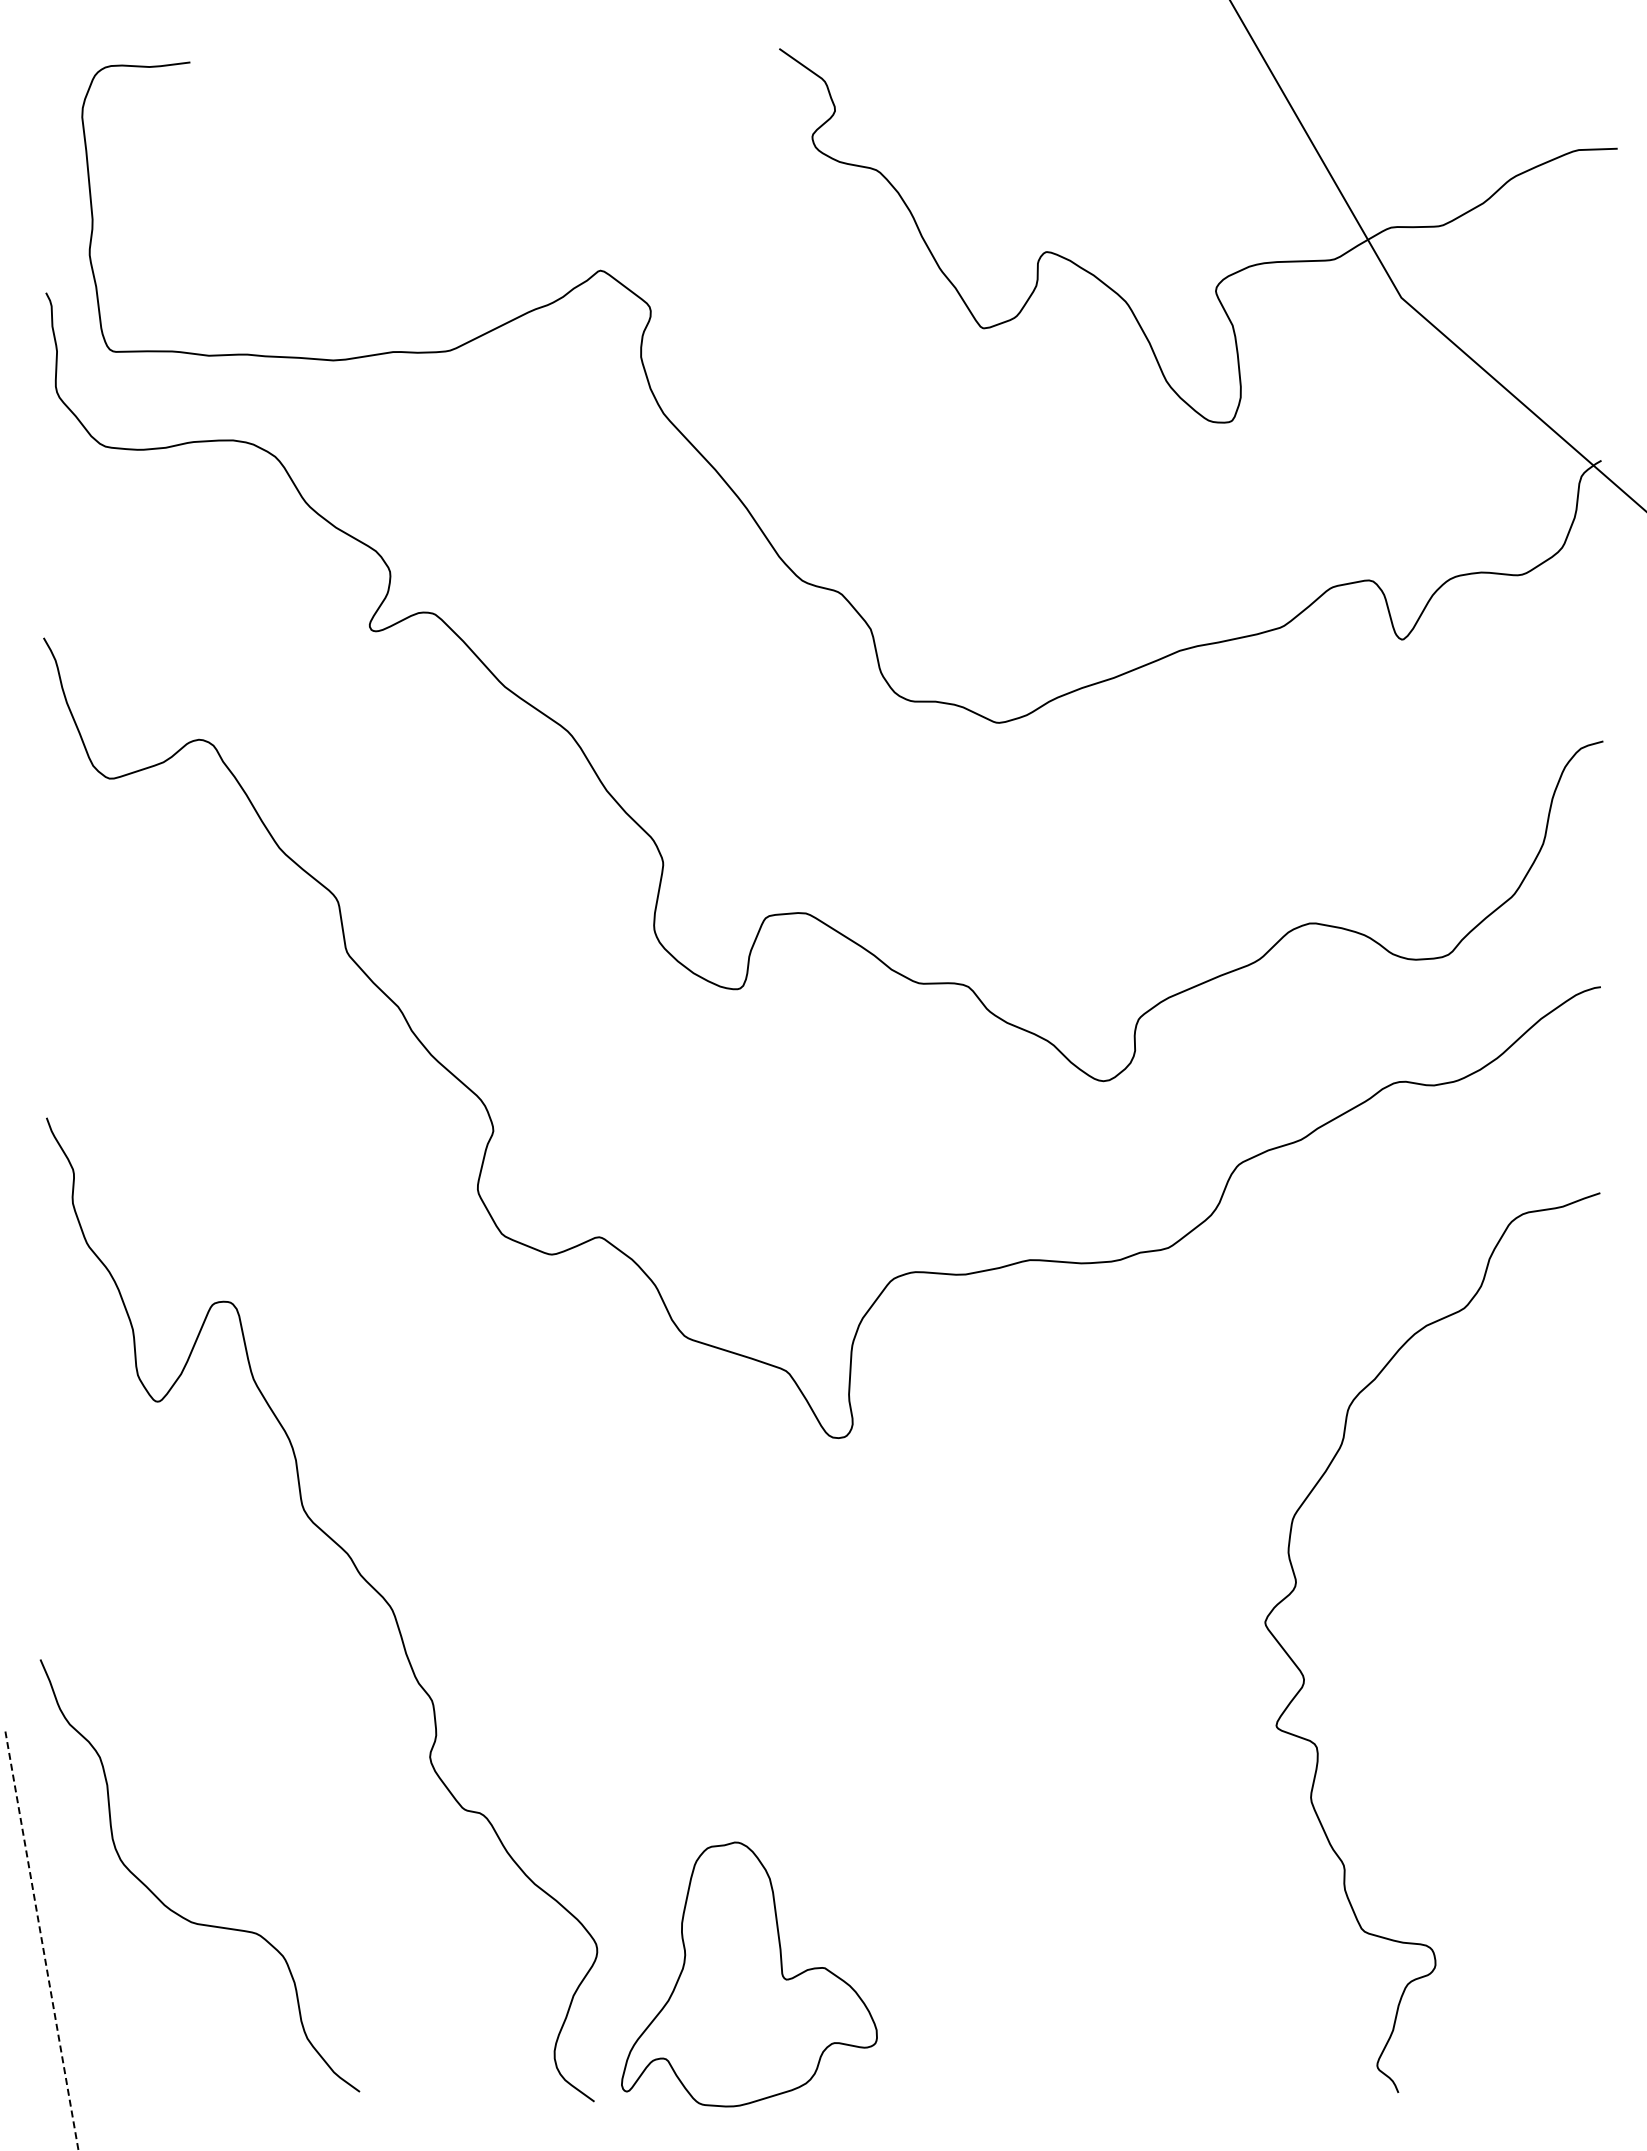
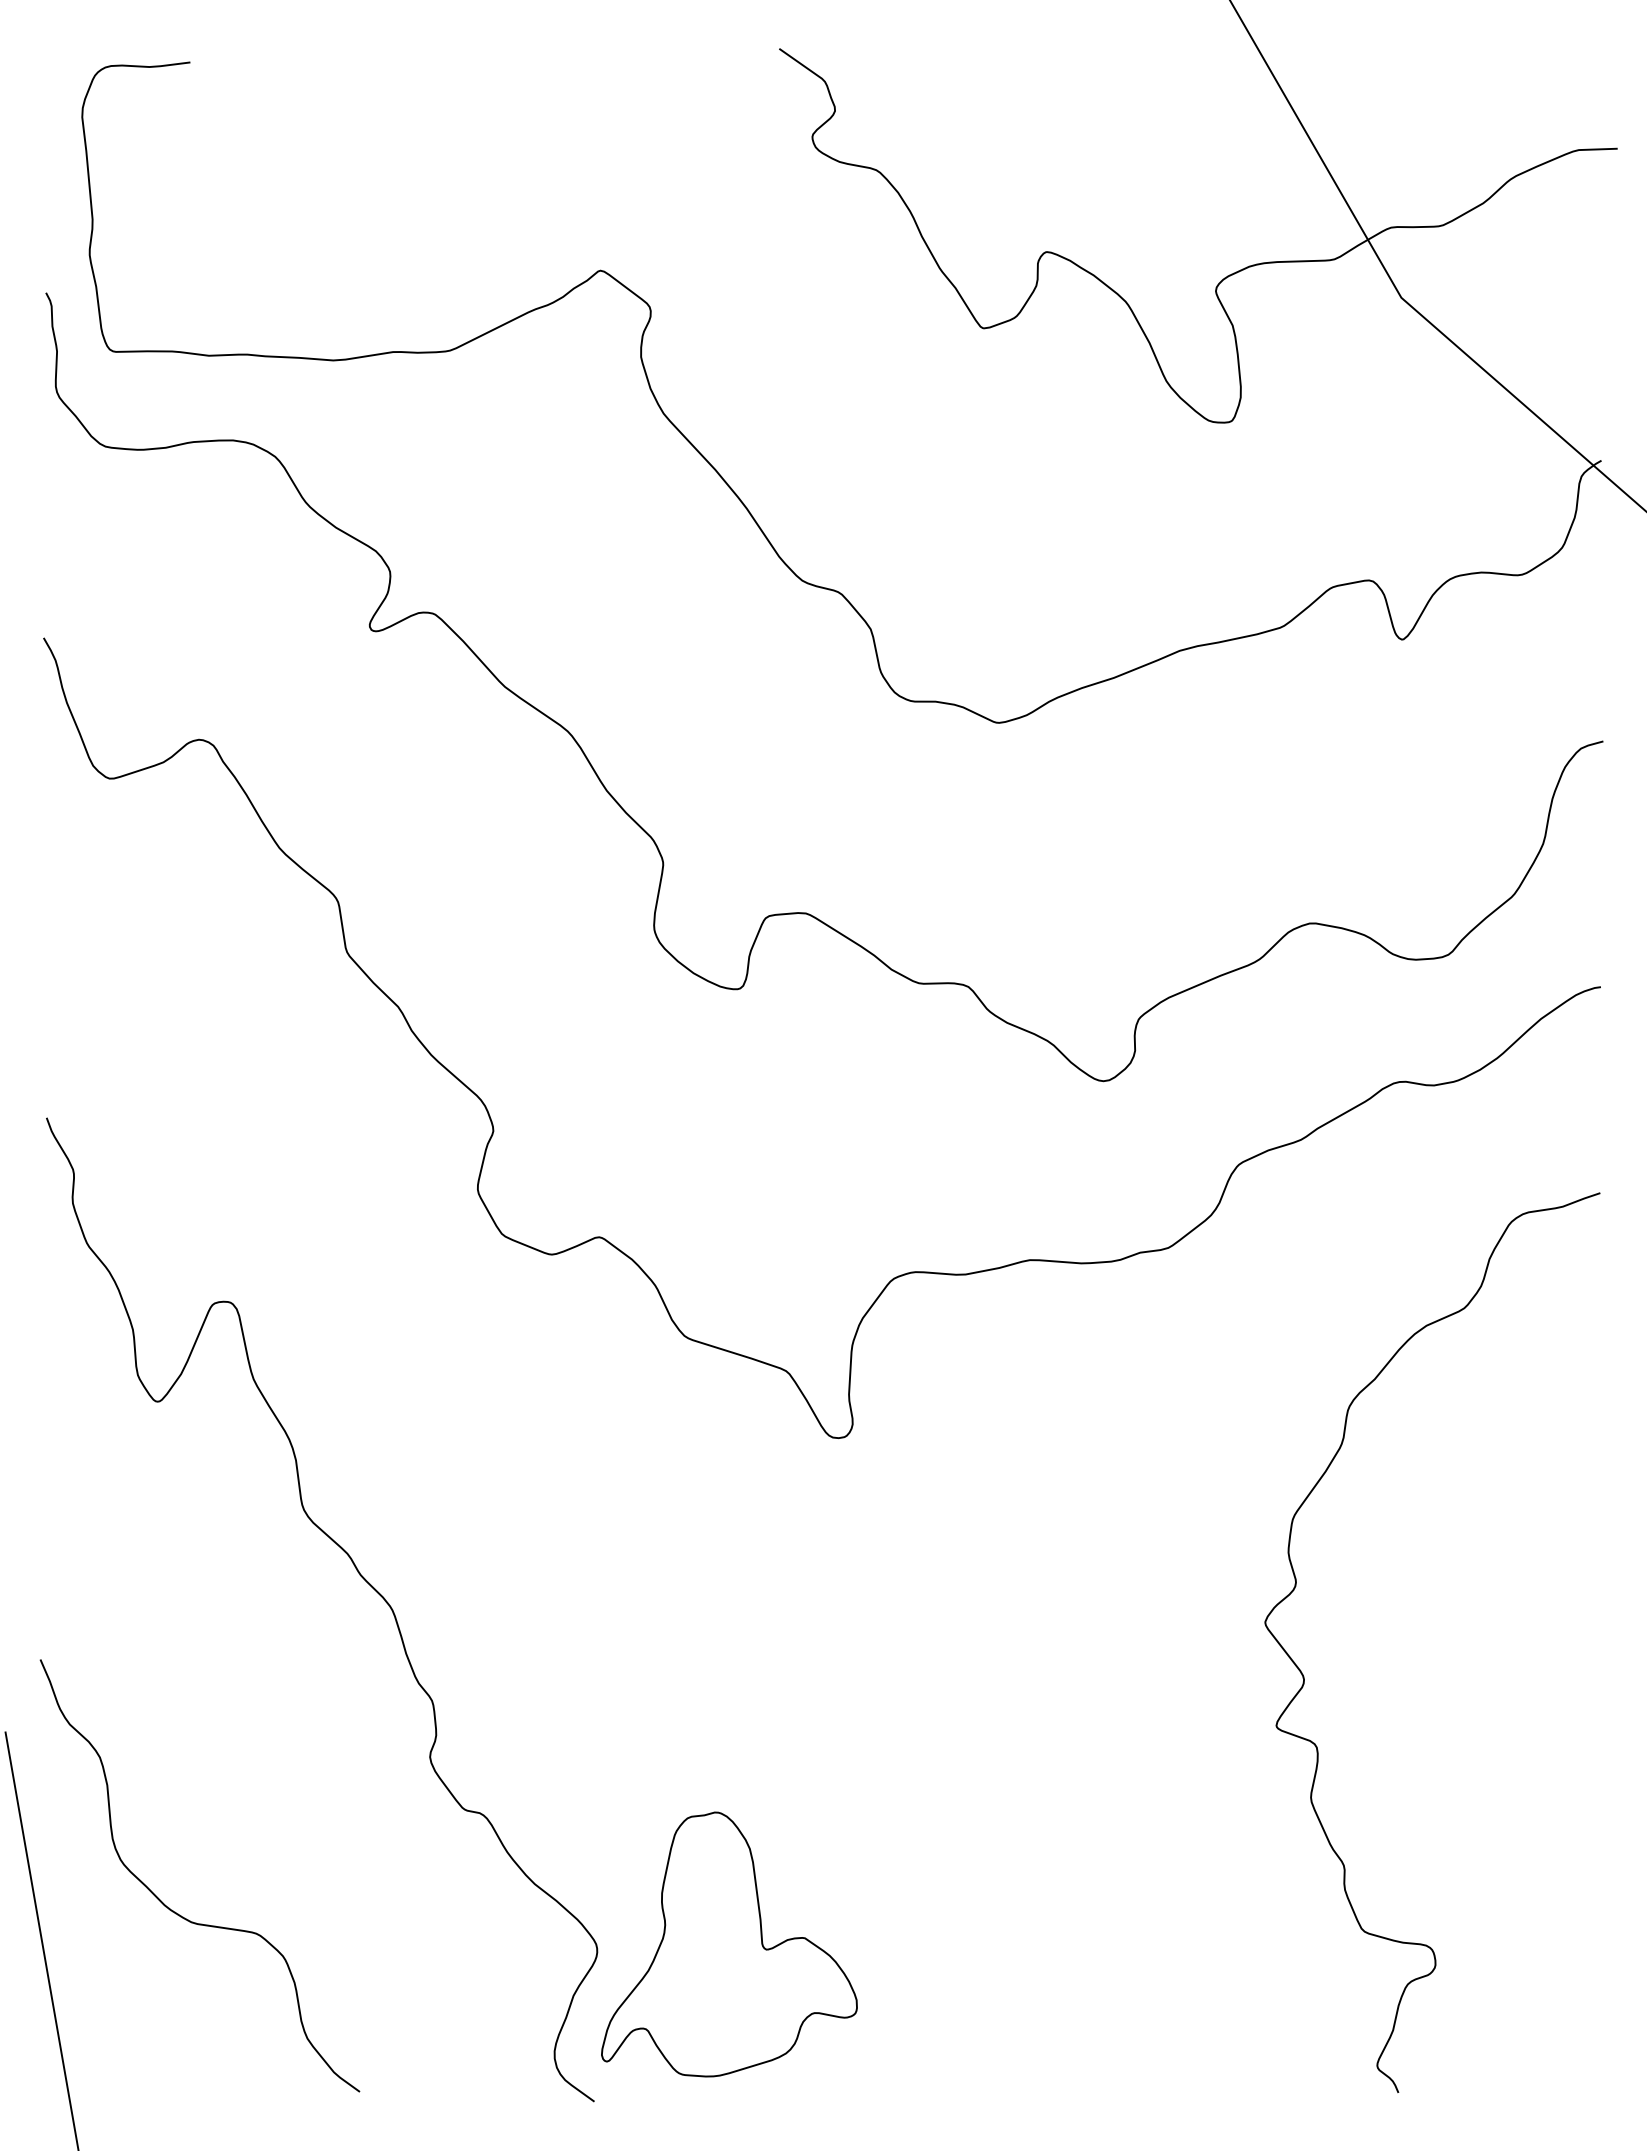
line at (42, 1941): dashed -> solid
part at (749, 1974) position: (749, 1974) -> (729, 1944)
